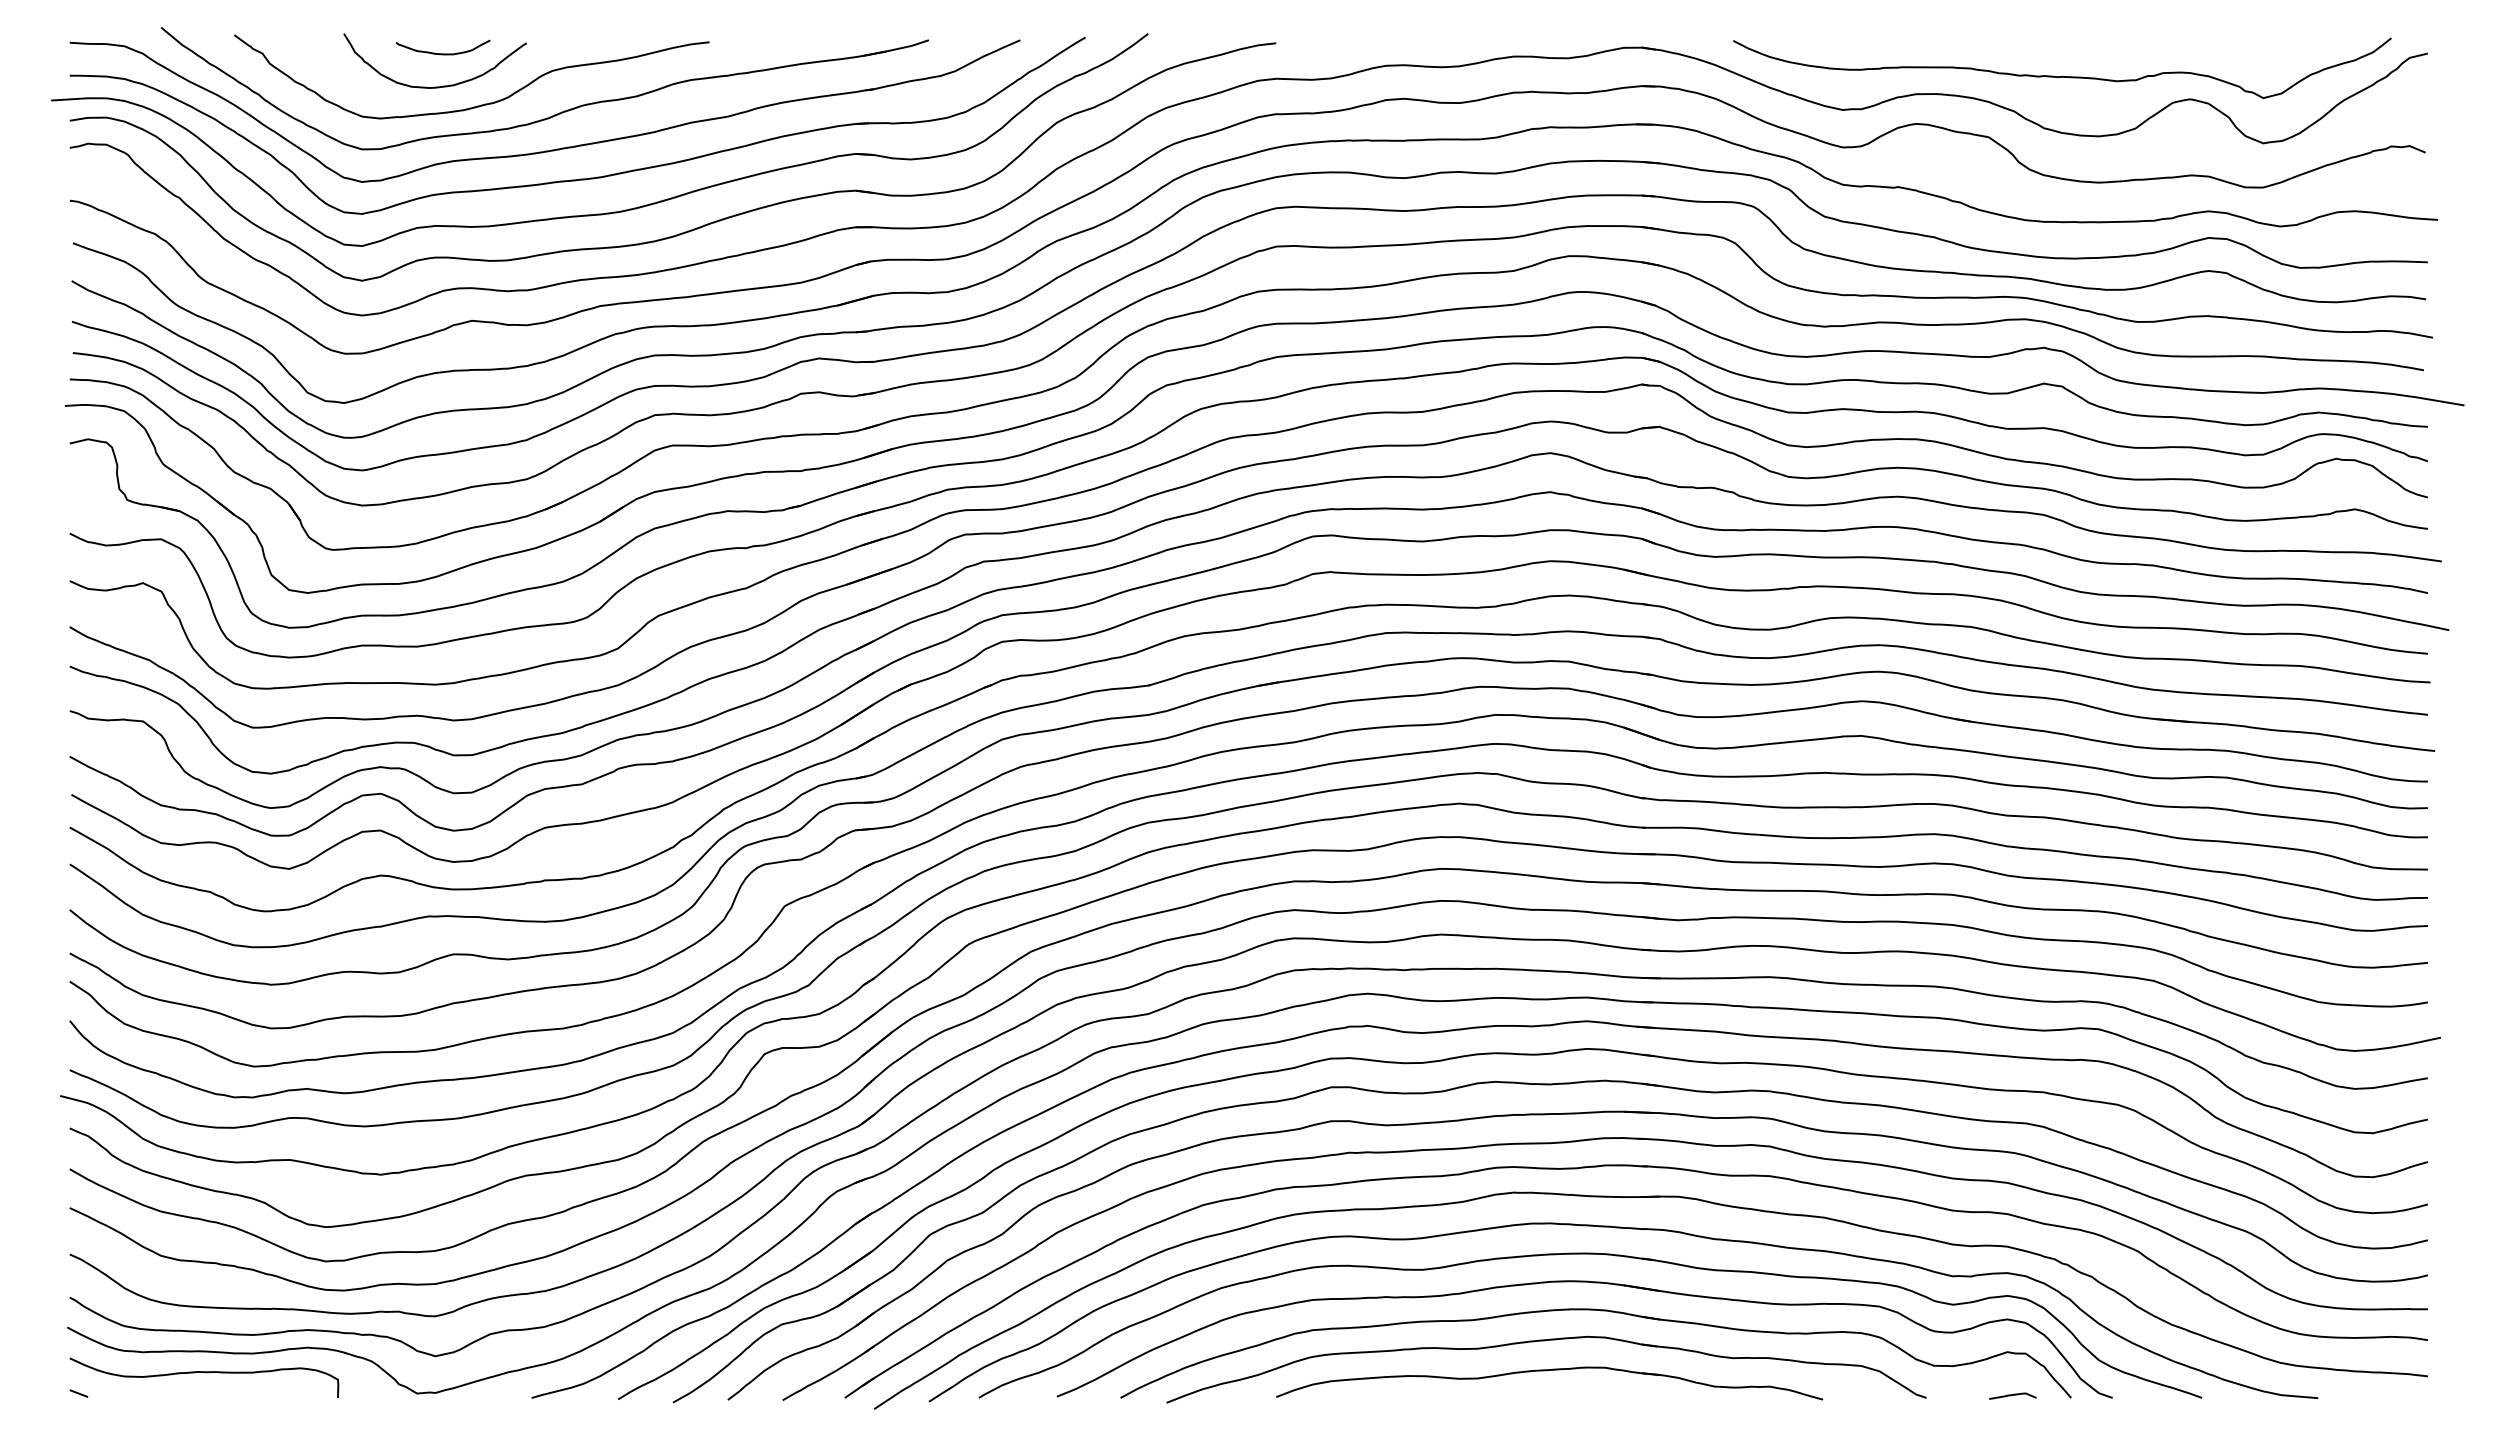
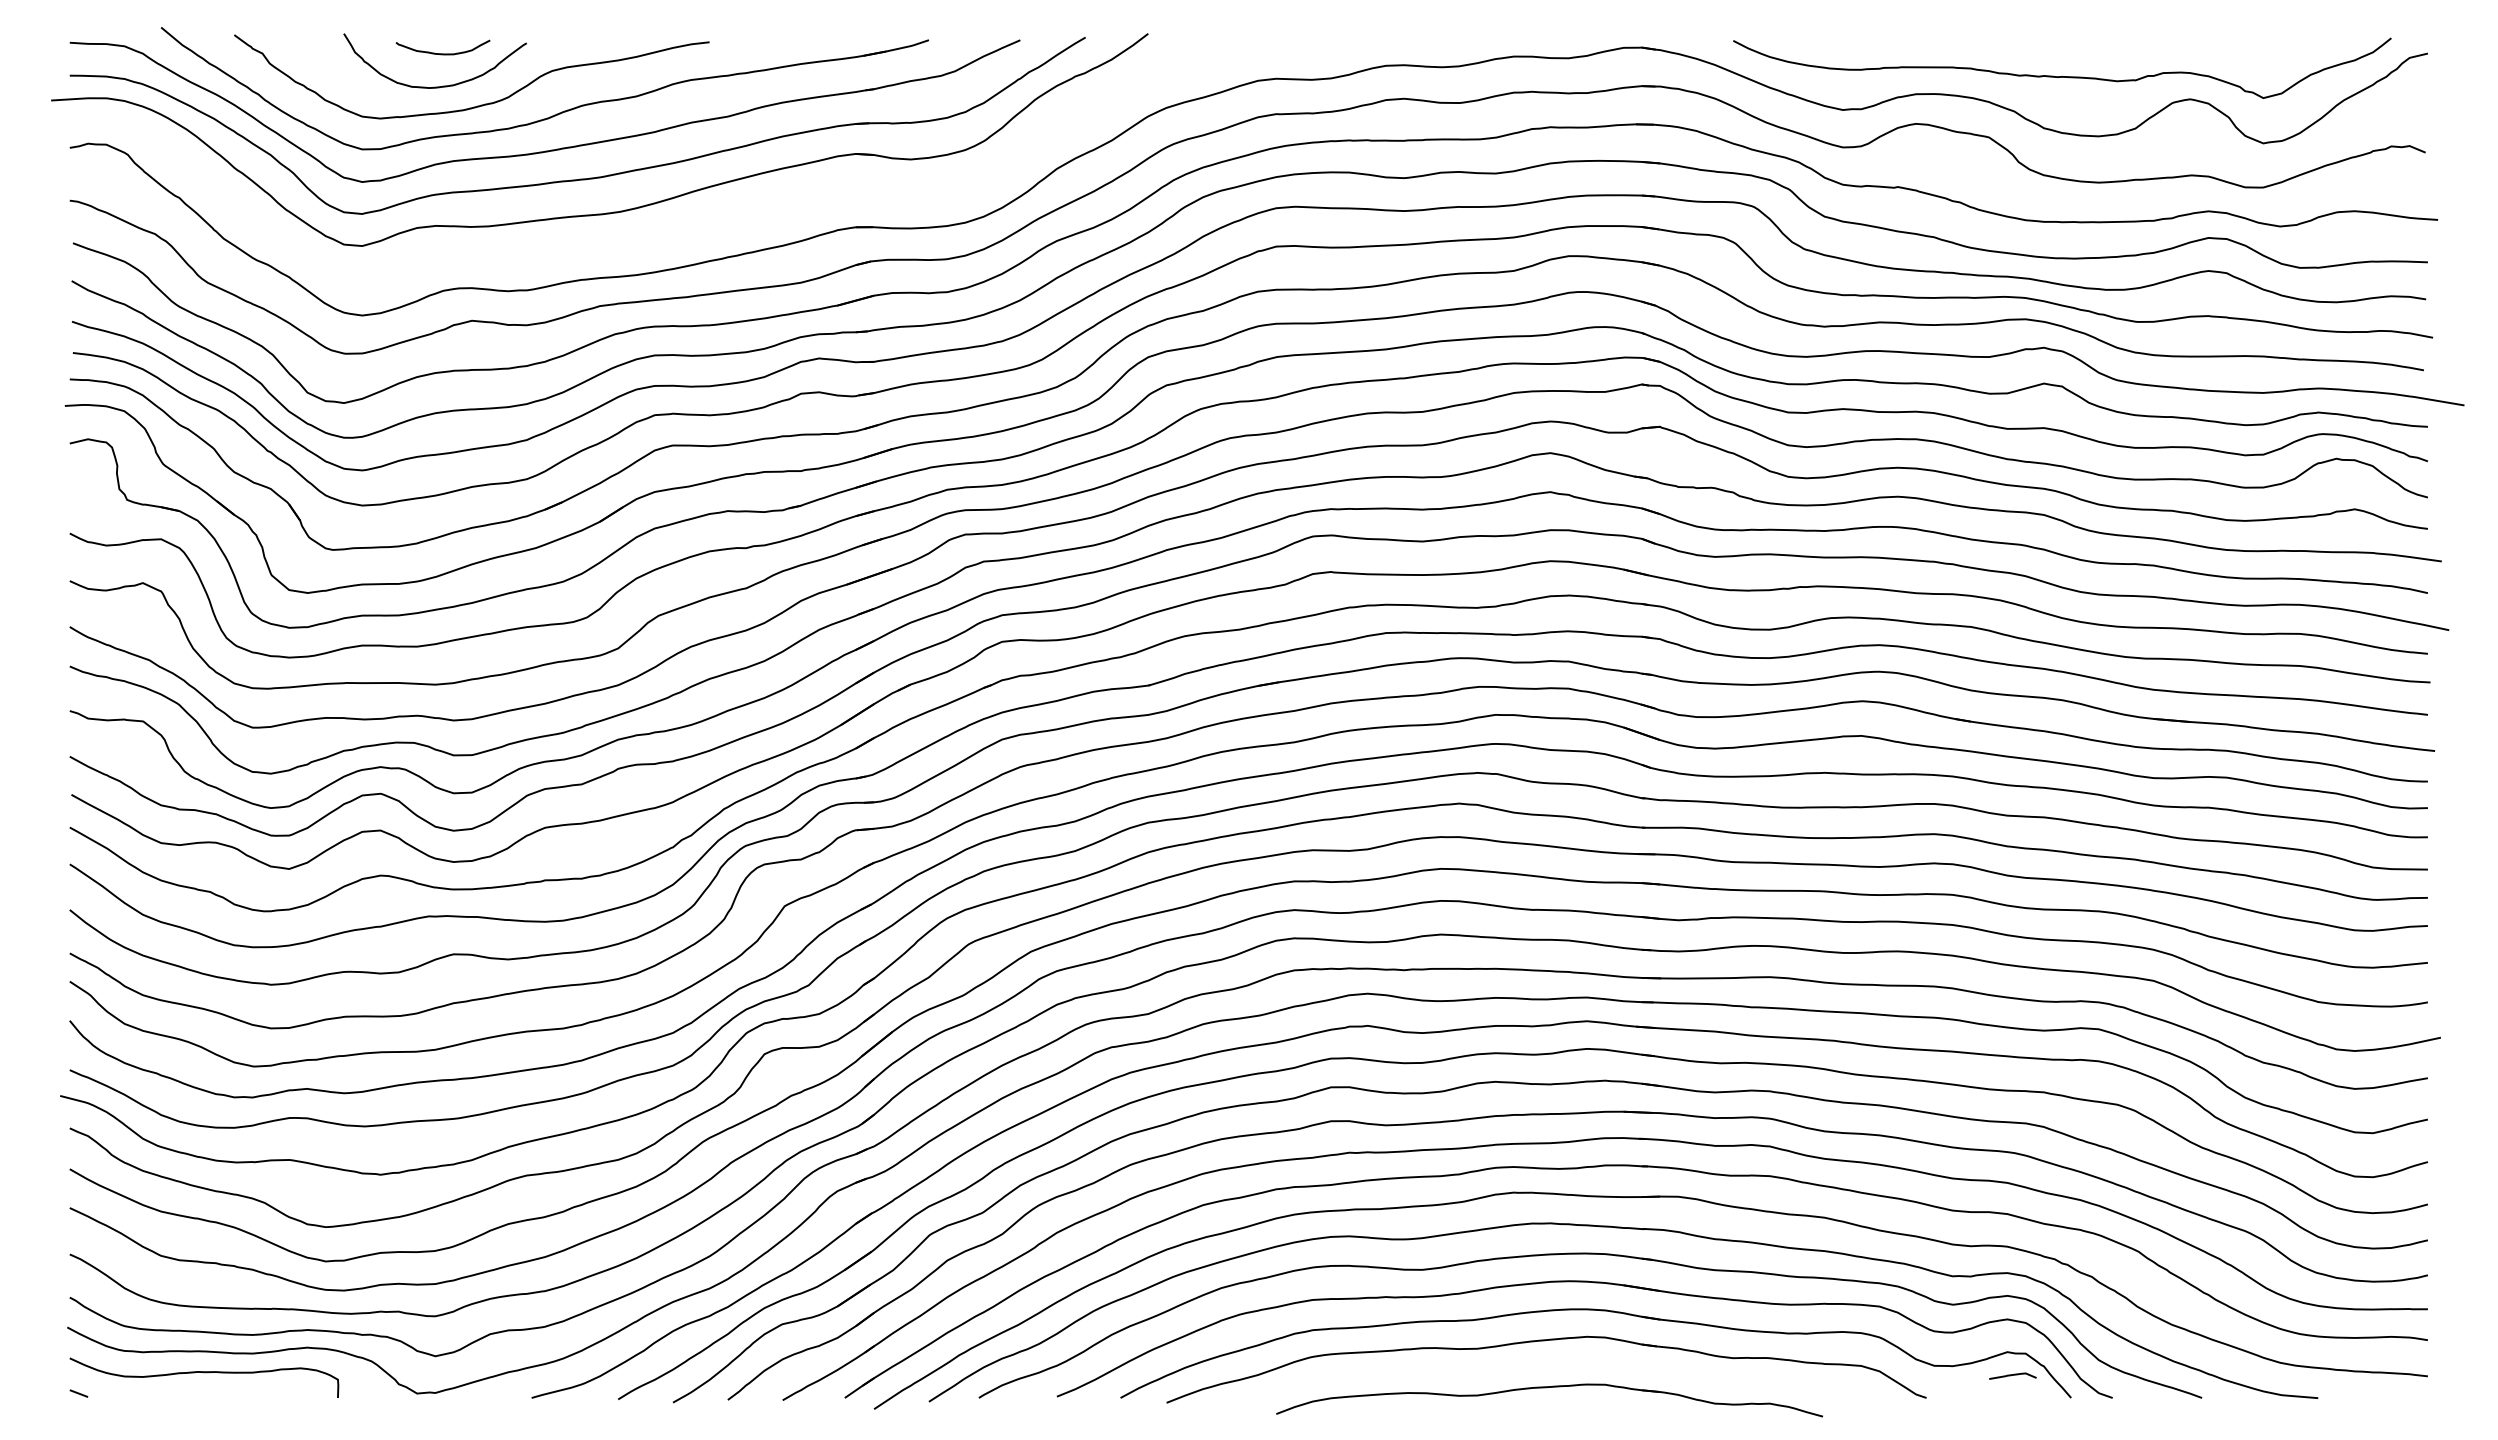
part at (693, 228): present -> none
part at (1546, 1371) position: (1546, 1371) -> (1546, 1388)
curve at (2012, 1395) position: (2012, 1395) -> (2012, 1375)
